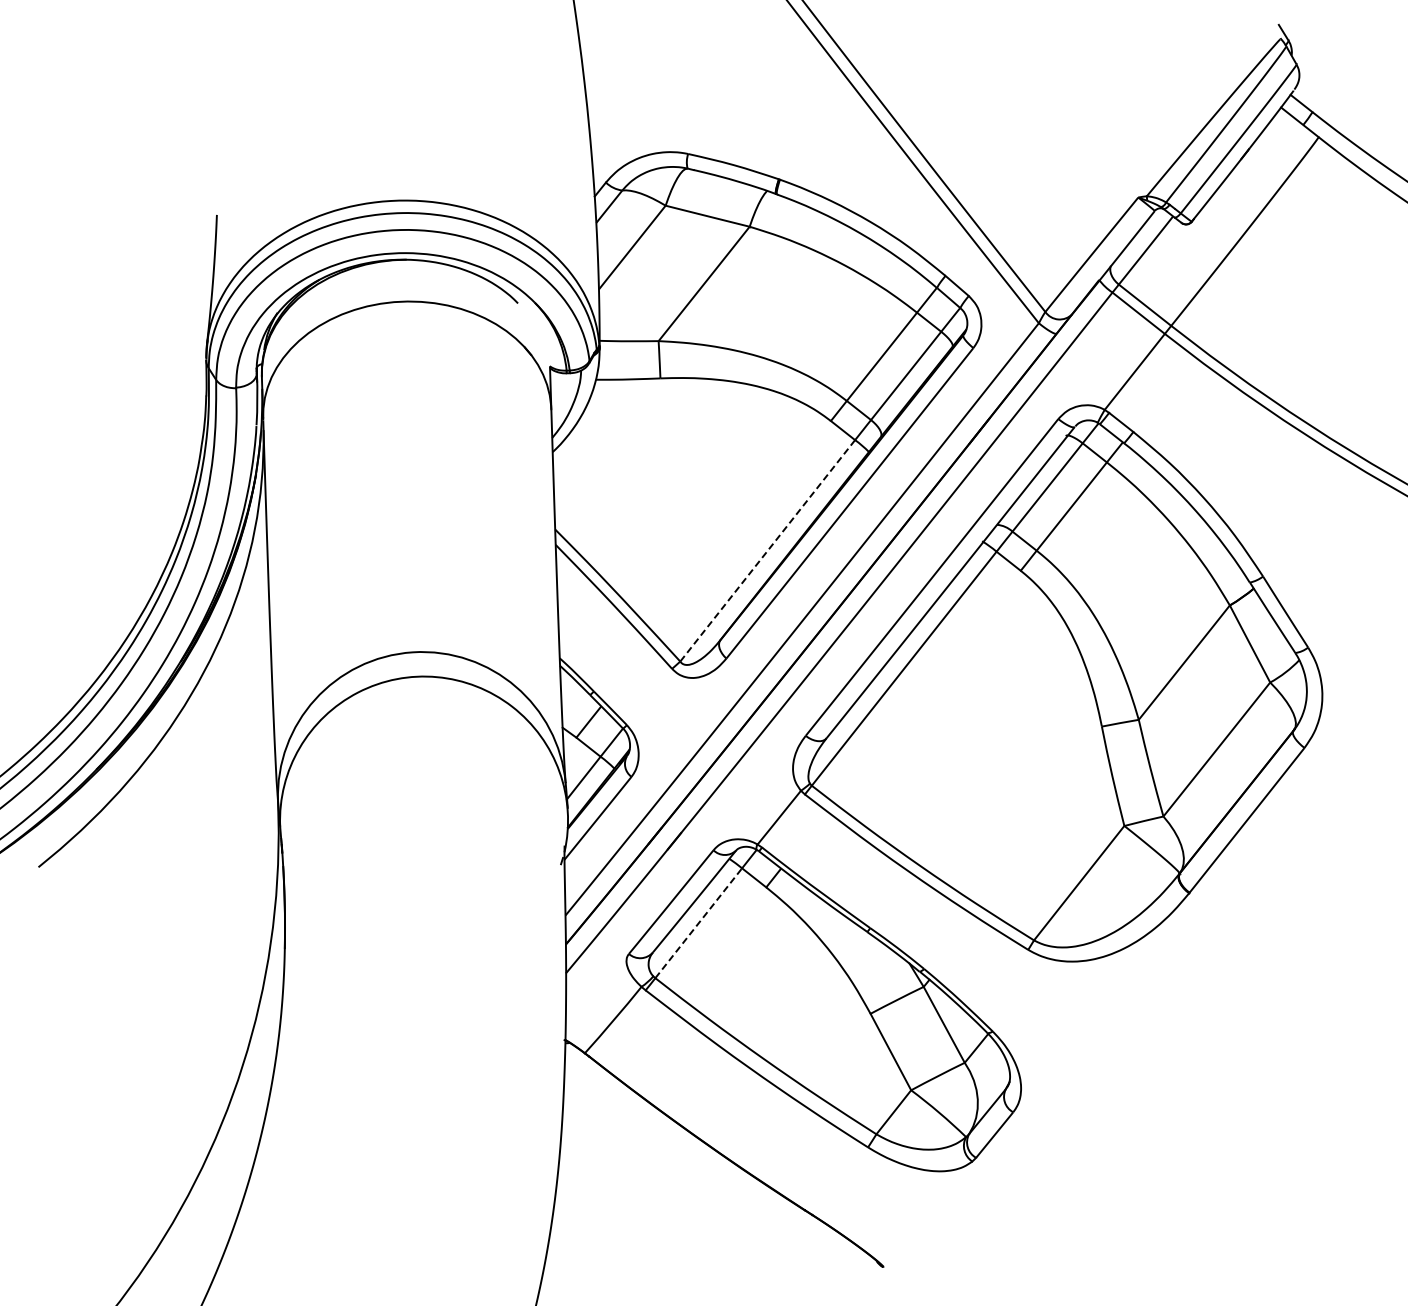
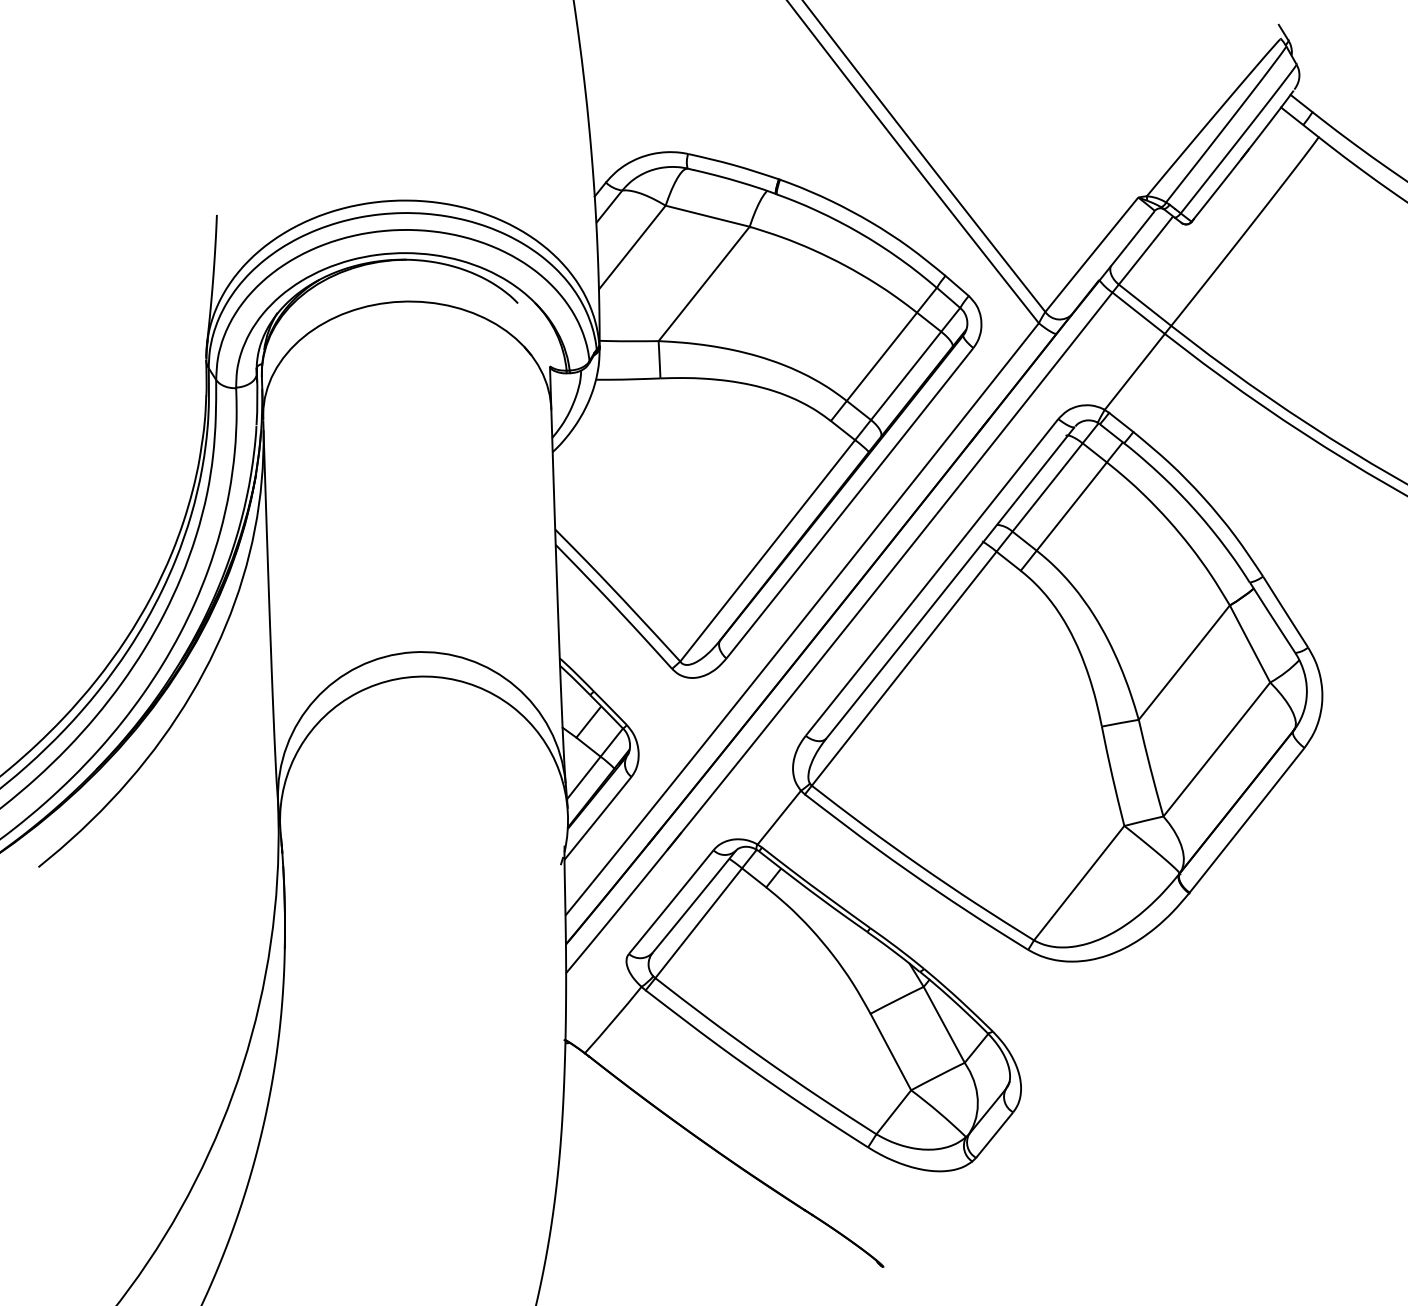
line at (767, 551): dashed -> solid
line at (698, 923): dashed -> solid
